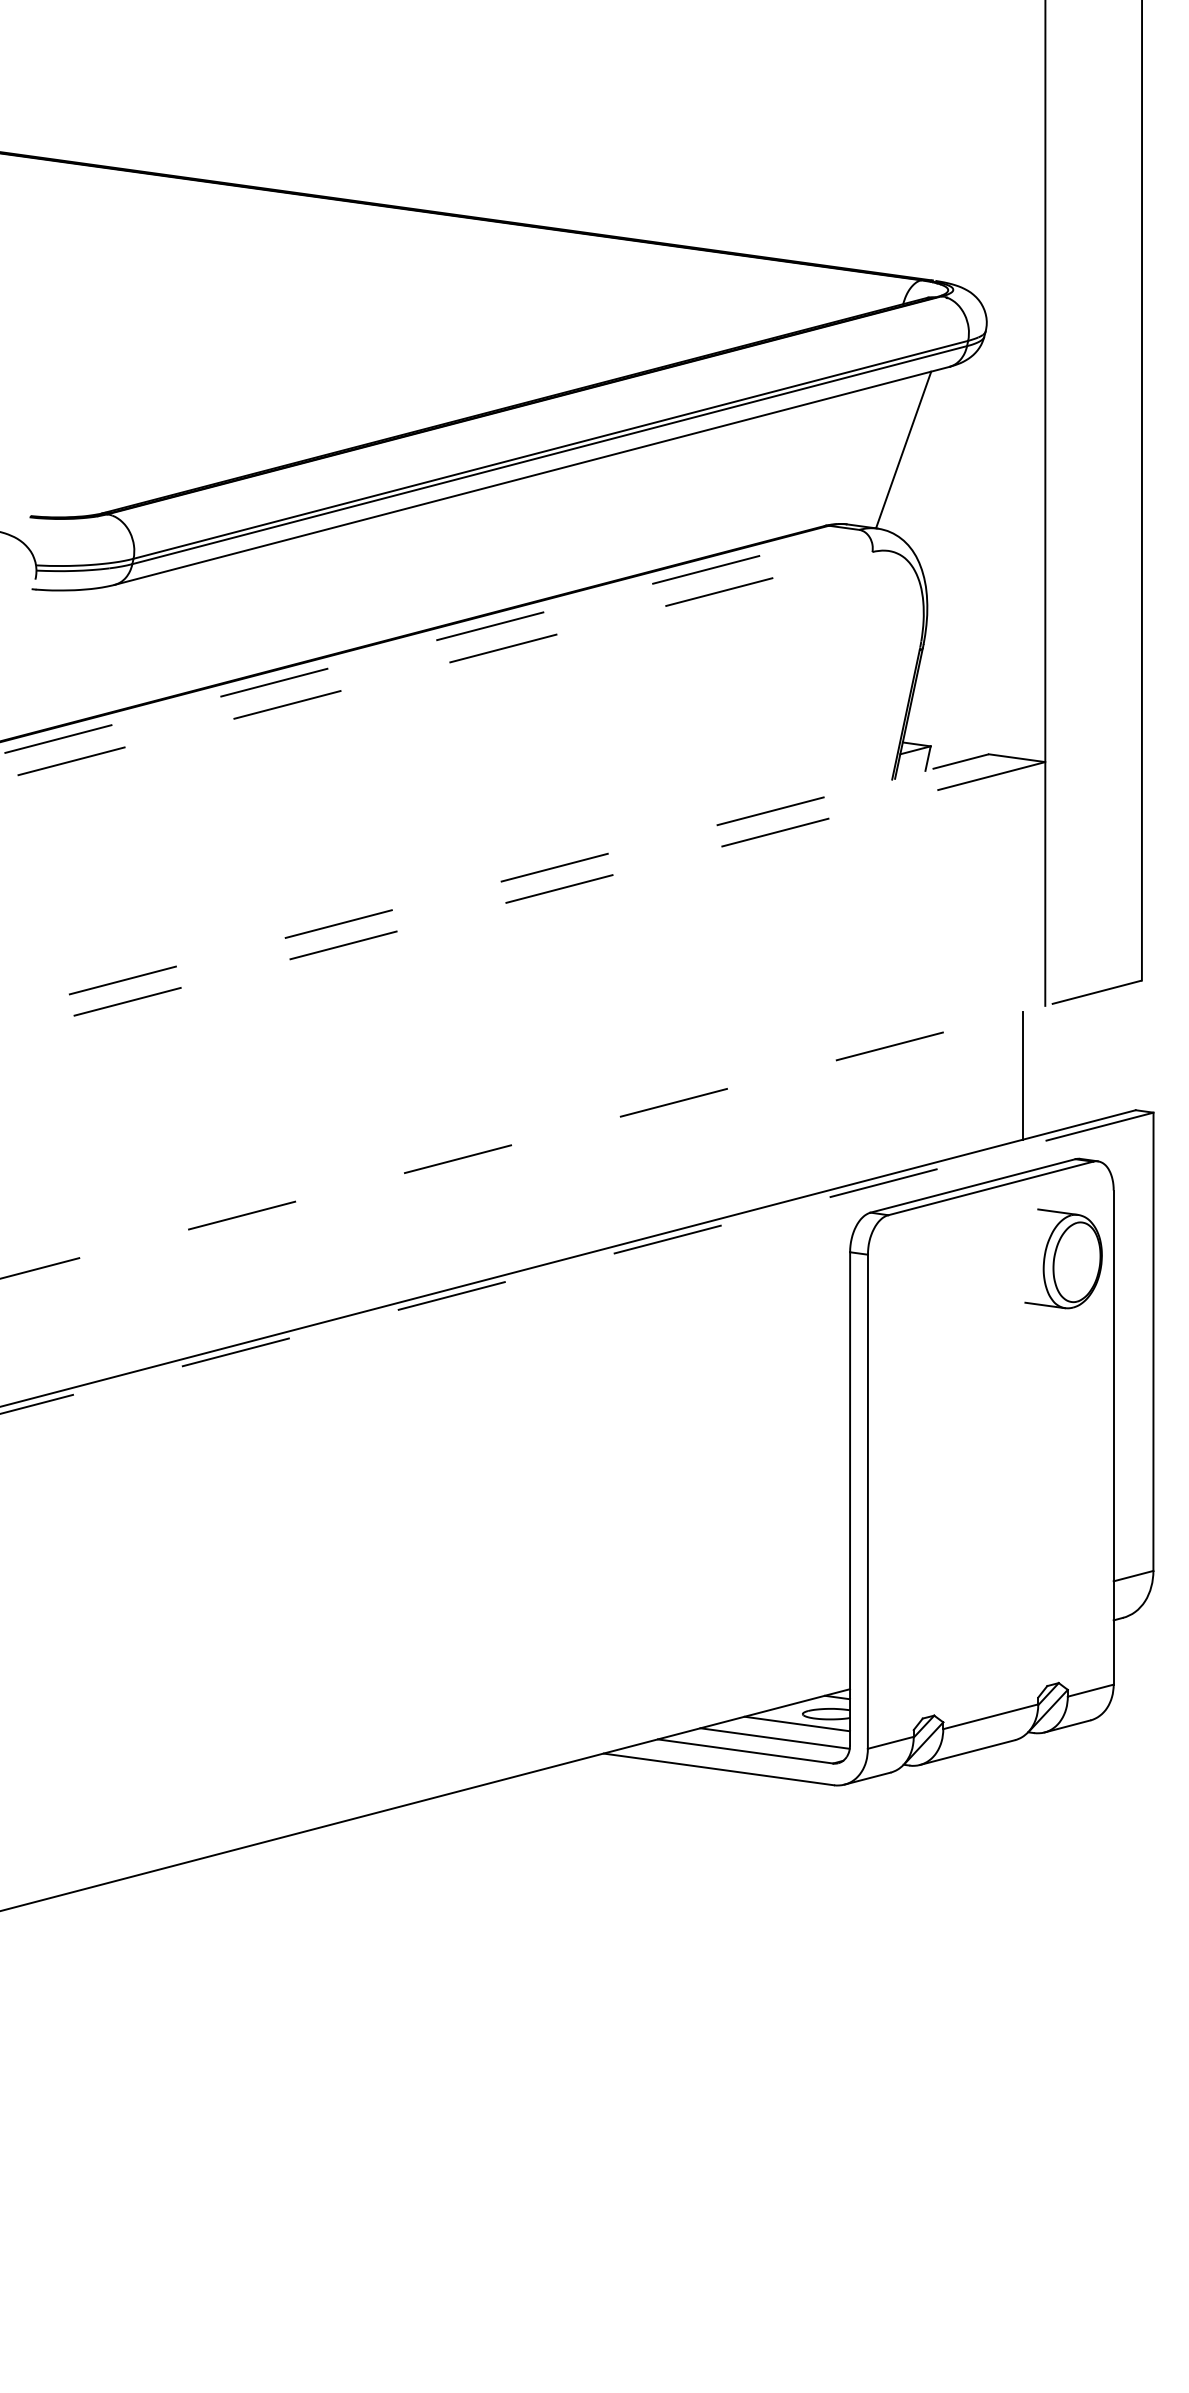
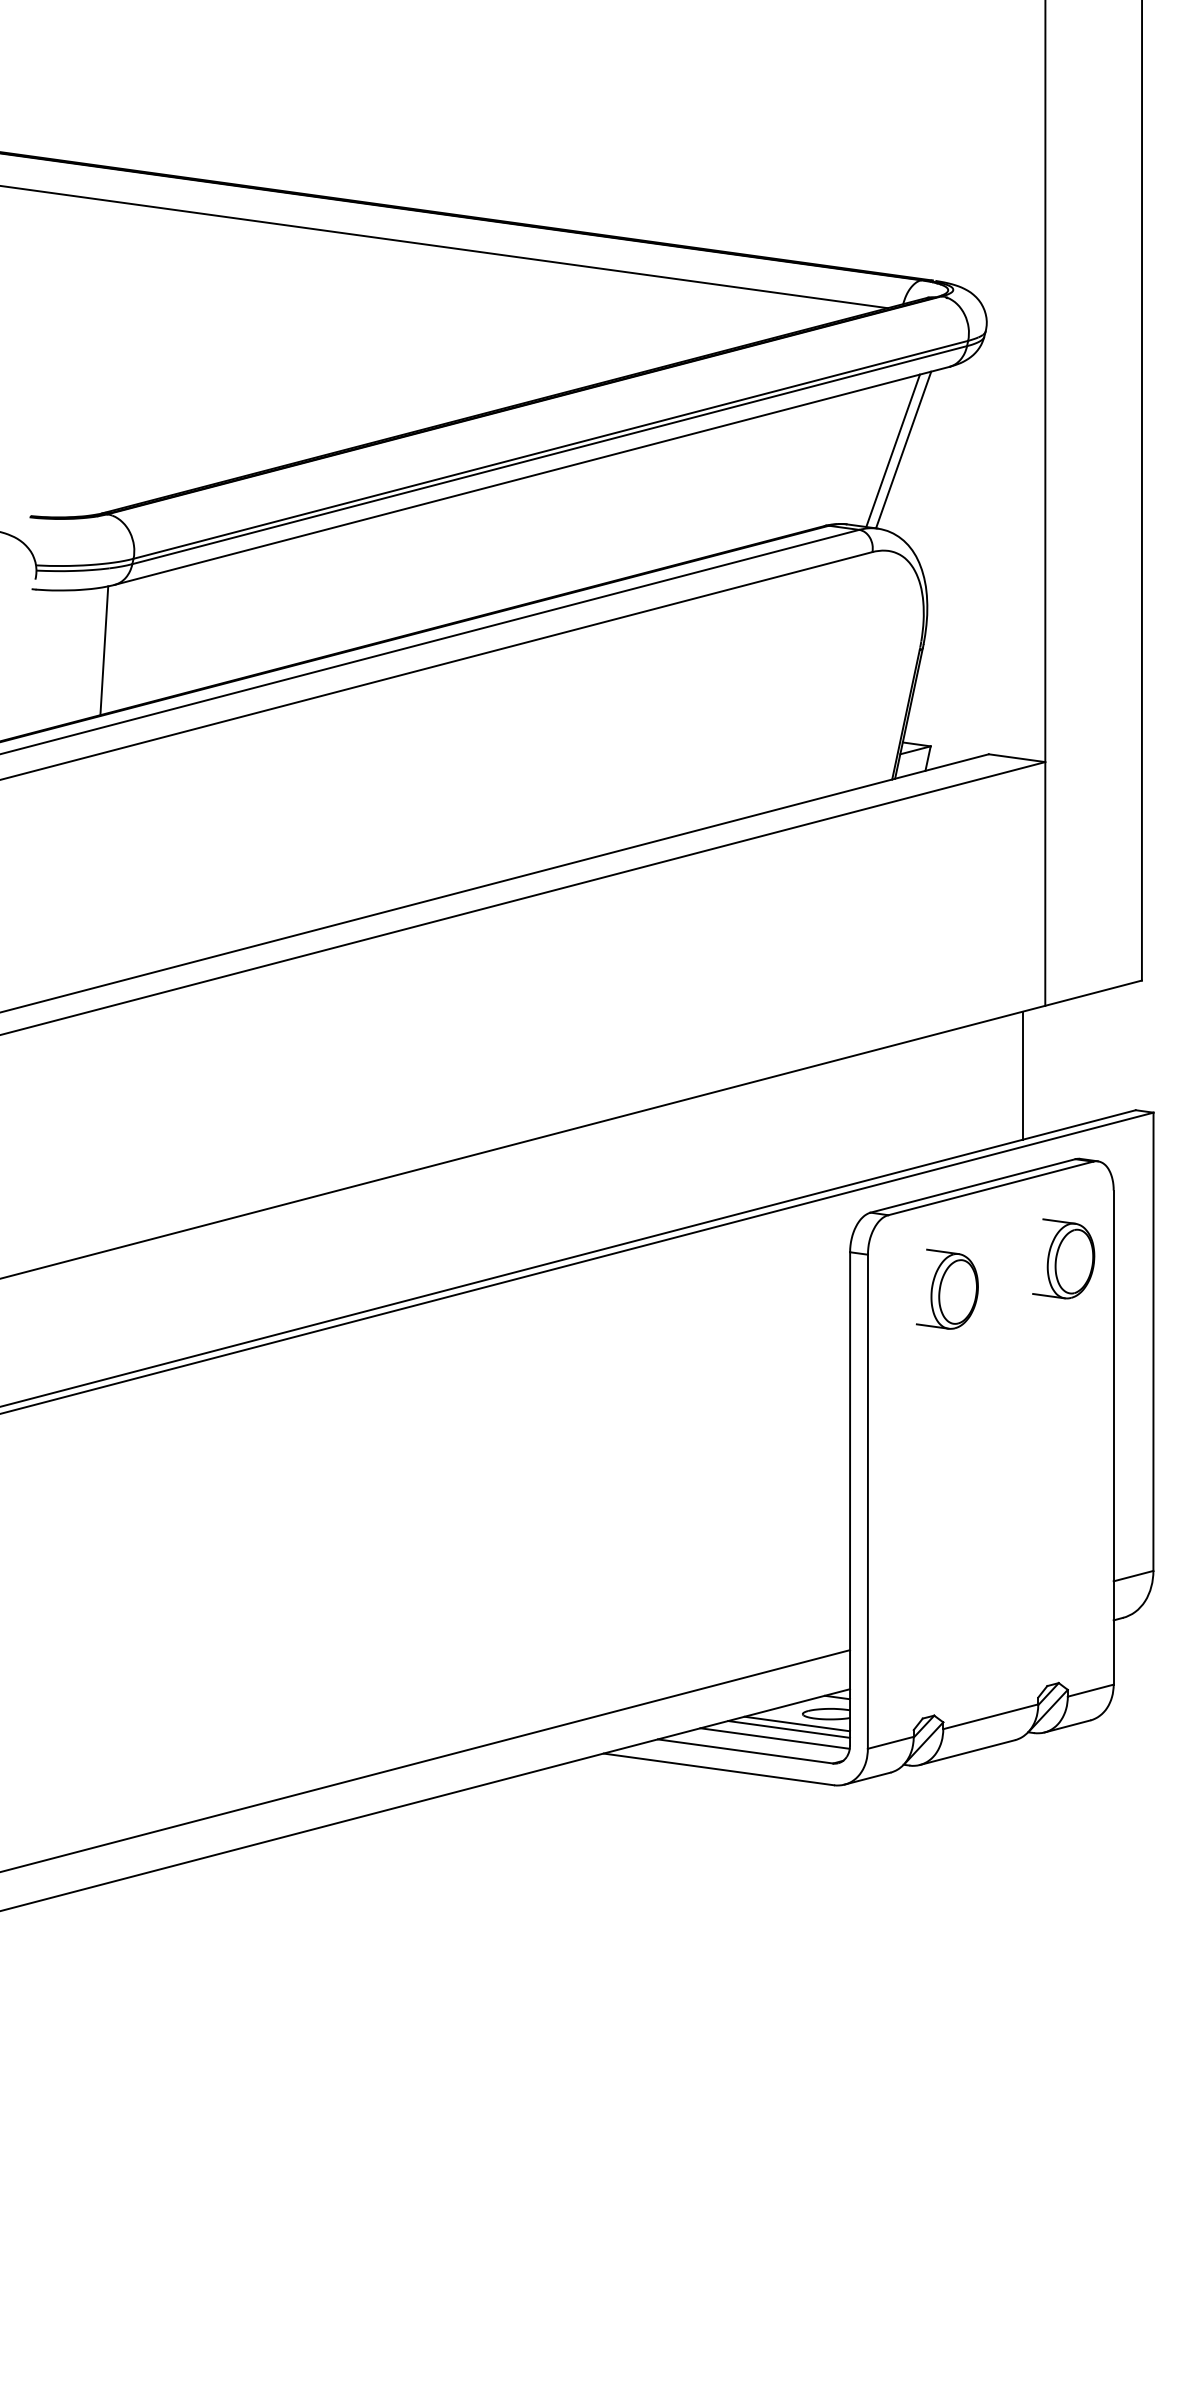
line at (444, 247): none -> present
line at (892, 450): none -> present
line at (429, 642): dashed -> solid
line at (104, 650): none -> present
line at (437, 665): dashed -> solid
line at (494, 883): dashed -> solid
line at (522, 898): dashed -> solid
line at (571, 1129): dashed -> solid
part at (1063, 1258) size: 79x102 px -> 64x82 px
line at (576, 1263): dashed -> solid
part at (947, 1288): none -> present
line at (789, 1729): none -> present
line at (426, 1760): none -> present
